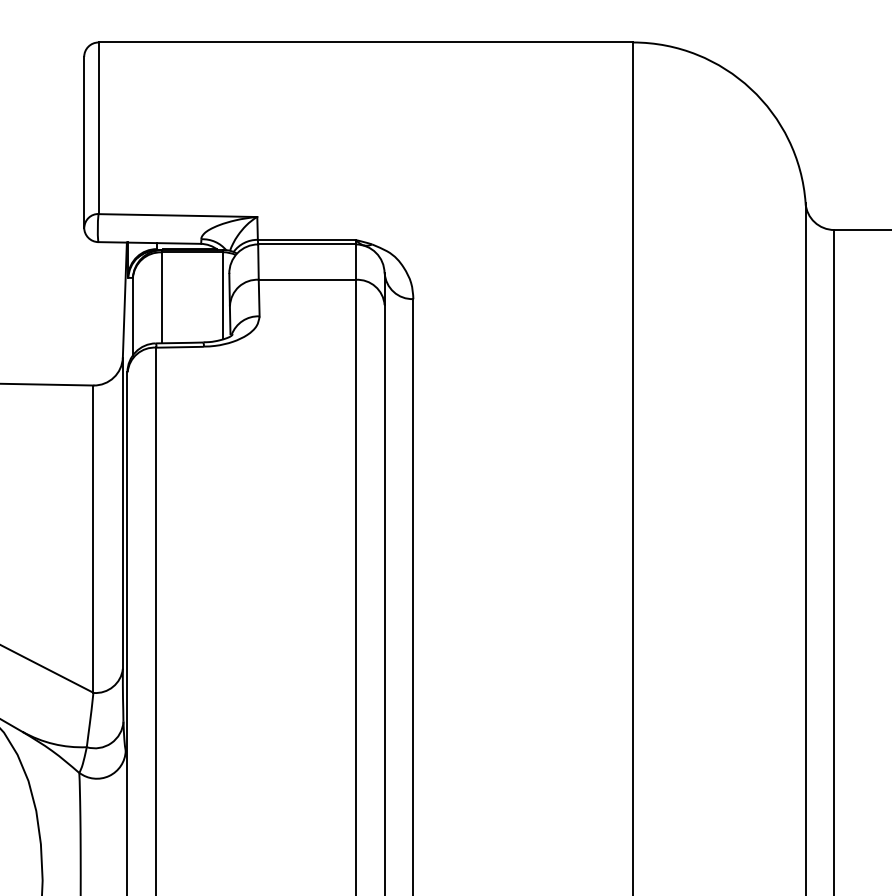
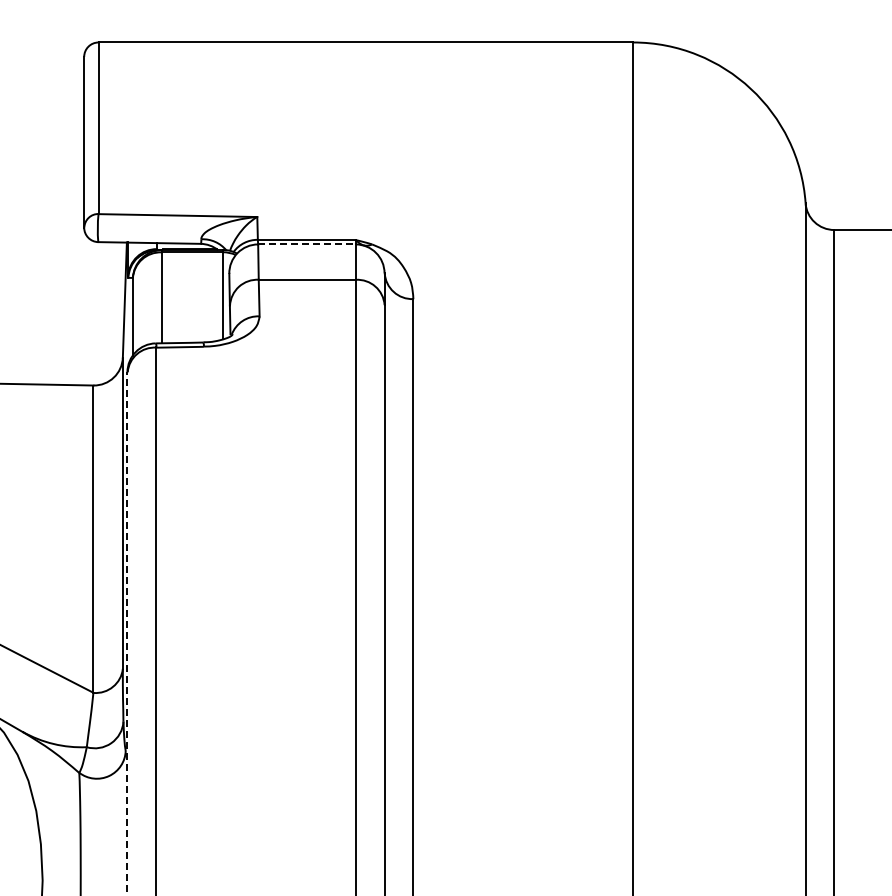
line at (306, 244): solid -> dashed
line at (127, 633): solid -> dashed
